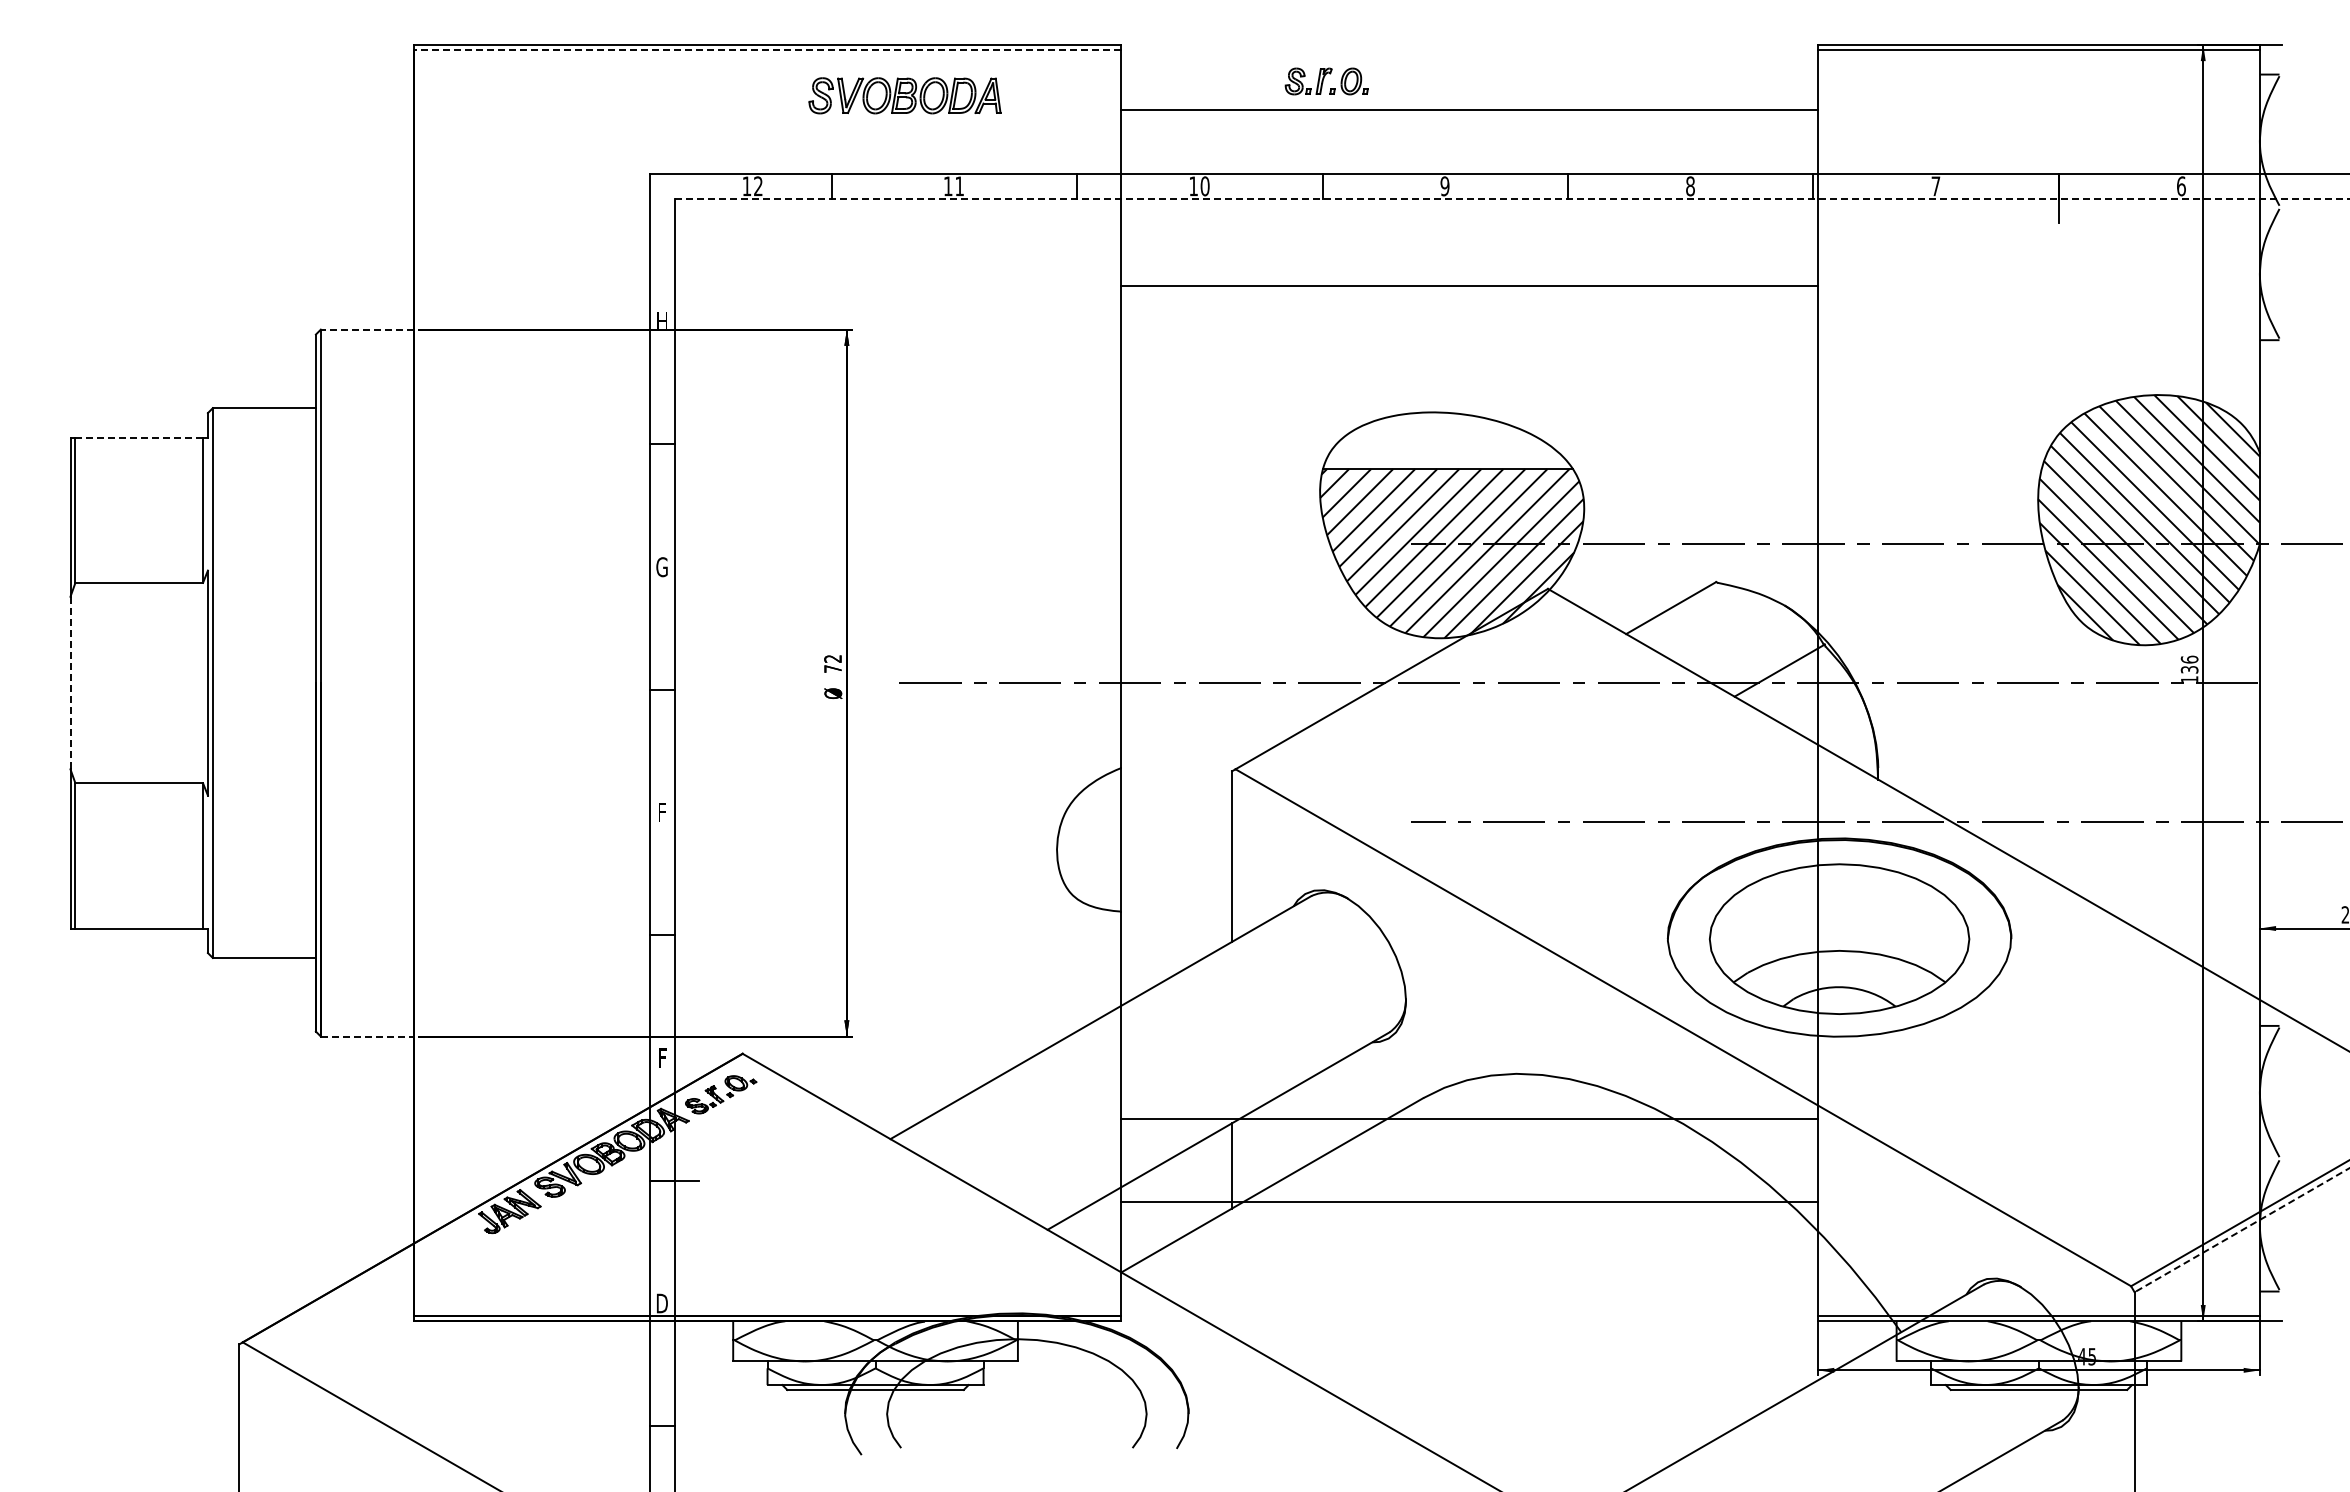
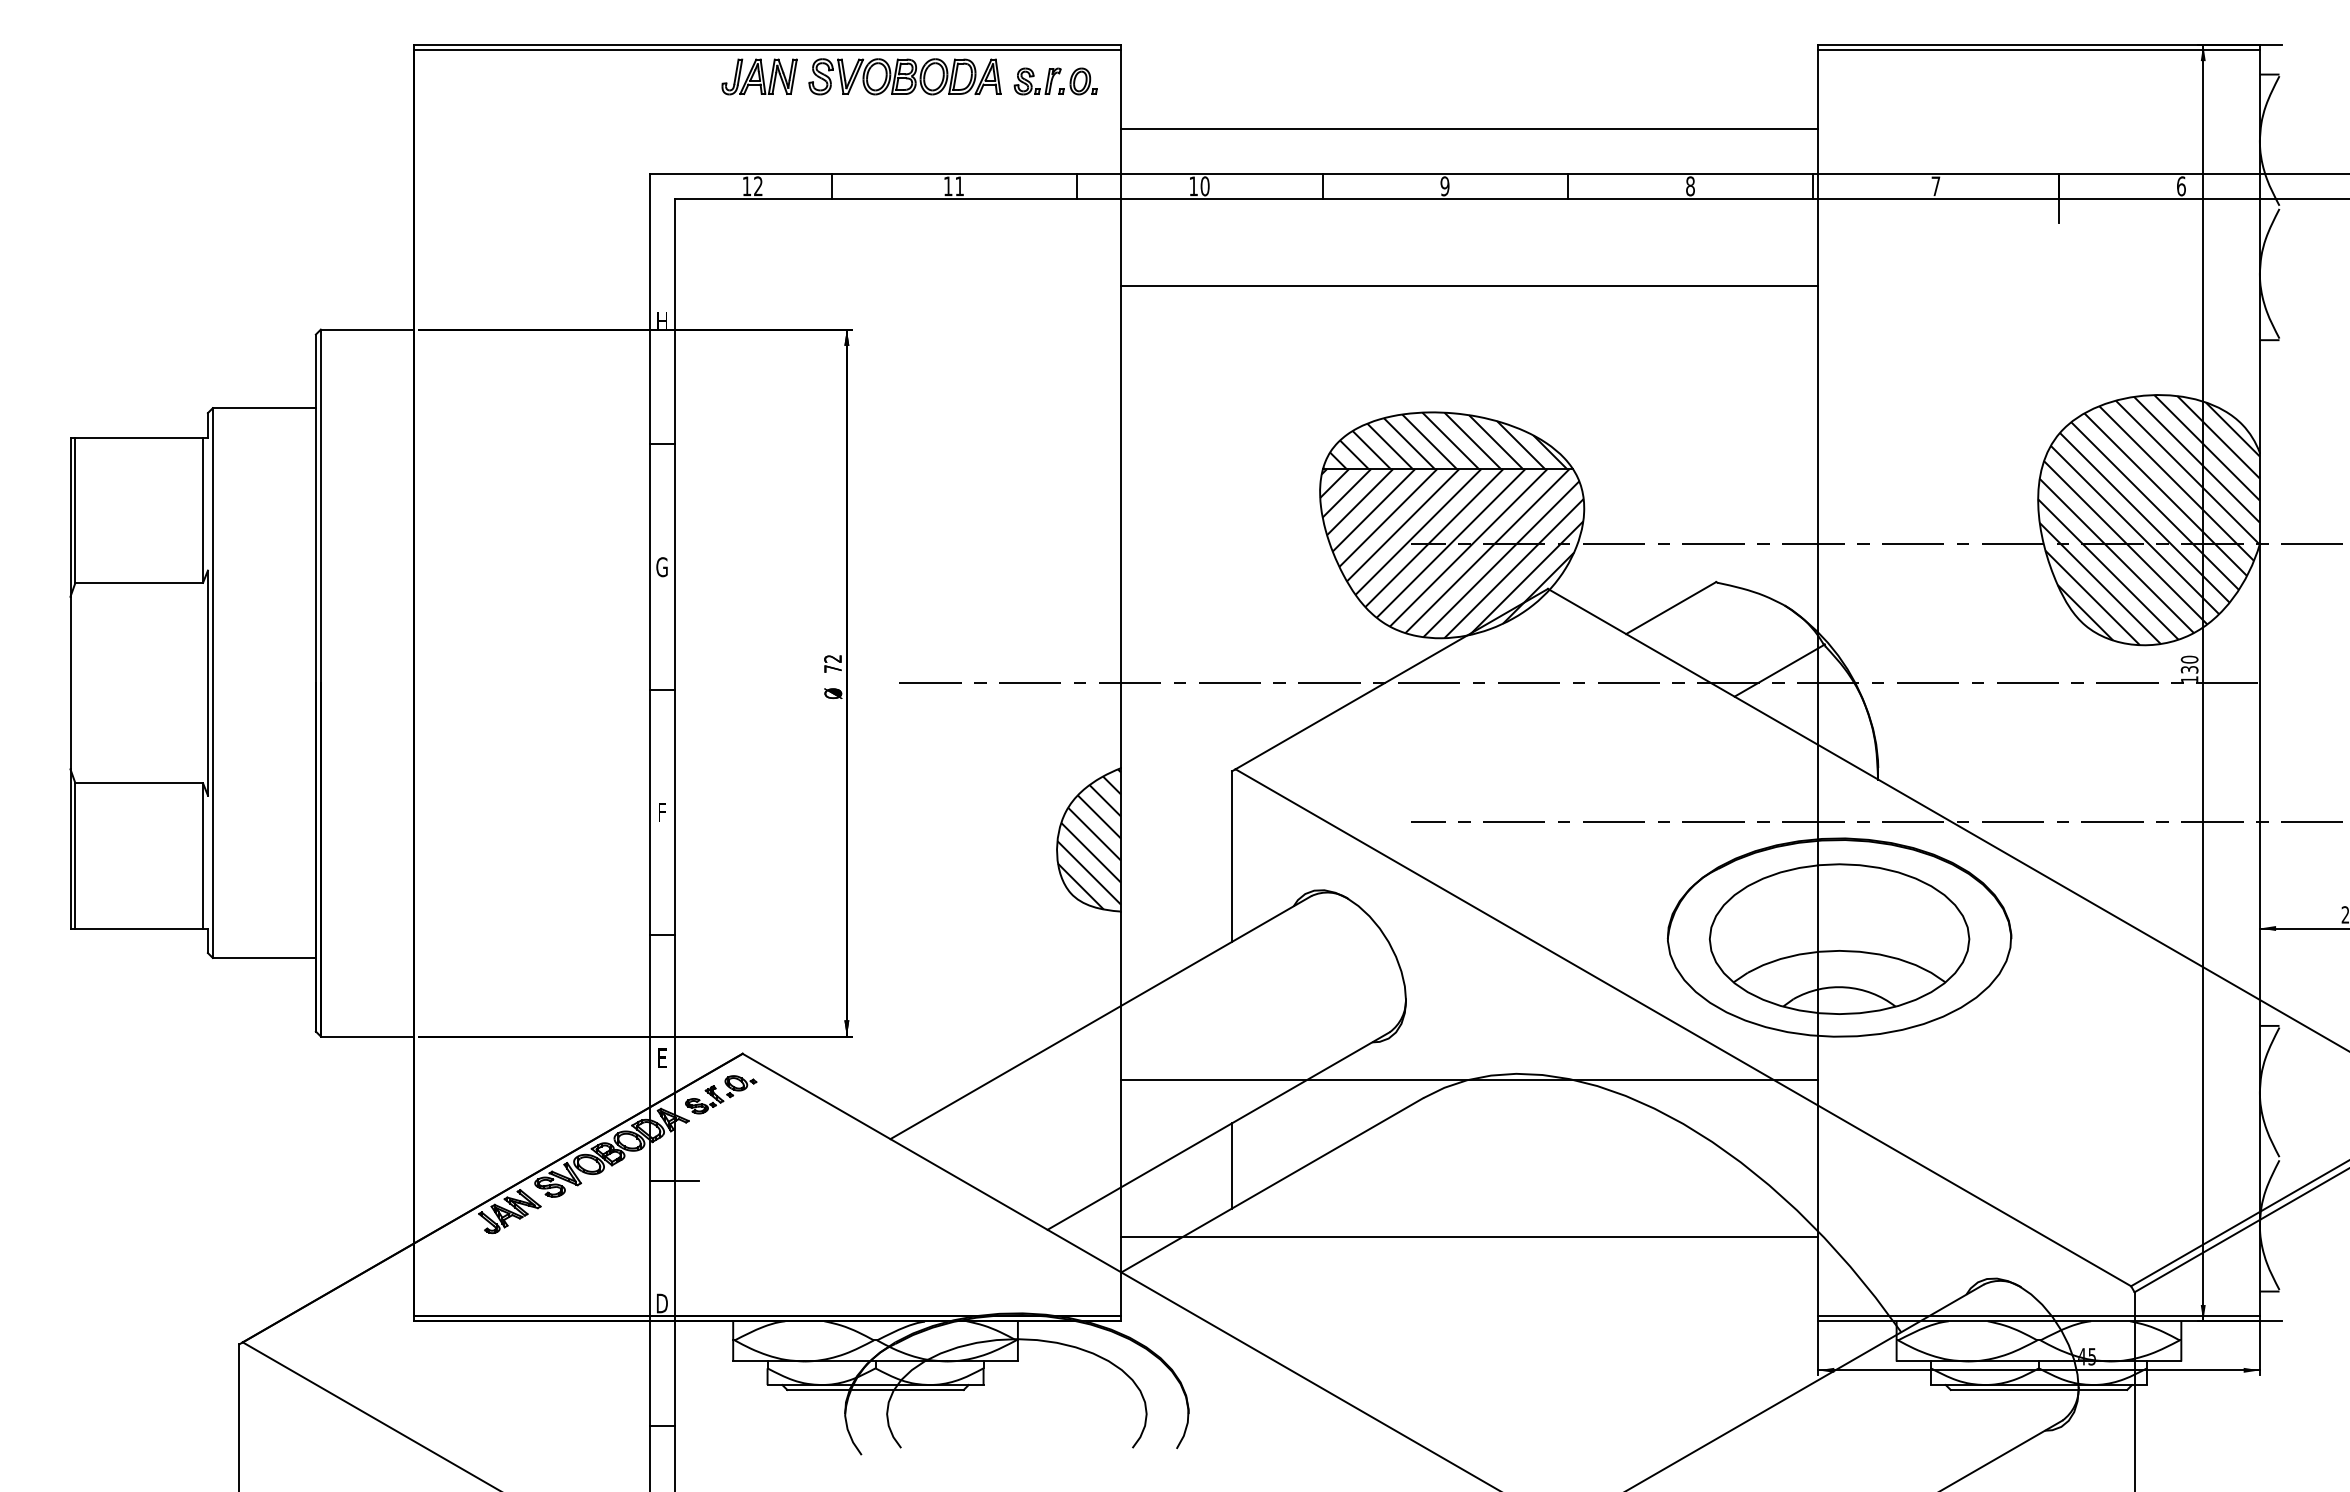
line at (767, 49): dashed -> solid
part at (759, 76): none -> present
part at (1326, 81) position: (1326, 81) -> (1055, 81)
part at (904, 95) position: (904, 95) -> (904, 76)
line at (1469, 109) position: (1469, 109) -> (1469, 128)
line at (1512, 198): dashed -> solid
line at (367, 329): dashed -> solid
line at (139, 437): dashed -> solid
hatch at (1445, 440): none -> present
text at (2189, 659): 136 -> 130
line at (70, 682): dashed -> solid
hatch at (1089, 839): none -> present
line at (367, 1036): dashed -> solid
text at (662, 1057): F -> E
line at (1469, 1119) position: (1469, 1119) -> (1469, 1080)
line at (1469, 1202) position: (1469, 1202) -> (1469, 1237)
line at (2241, 1230): dashed -> solid
